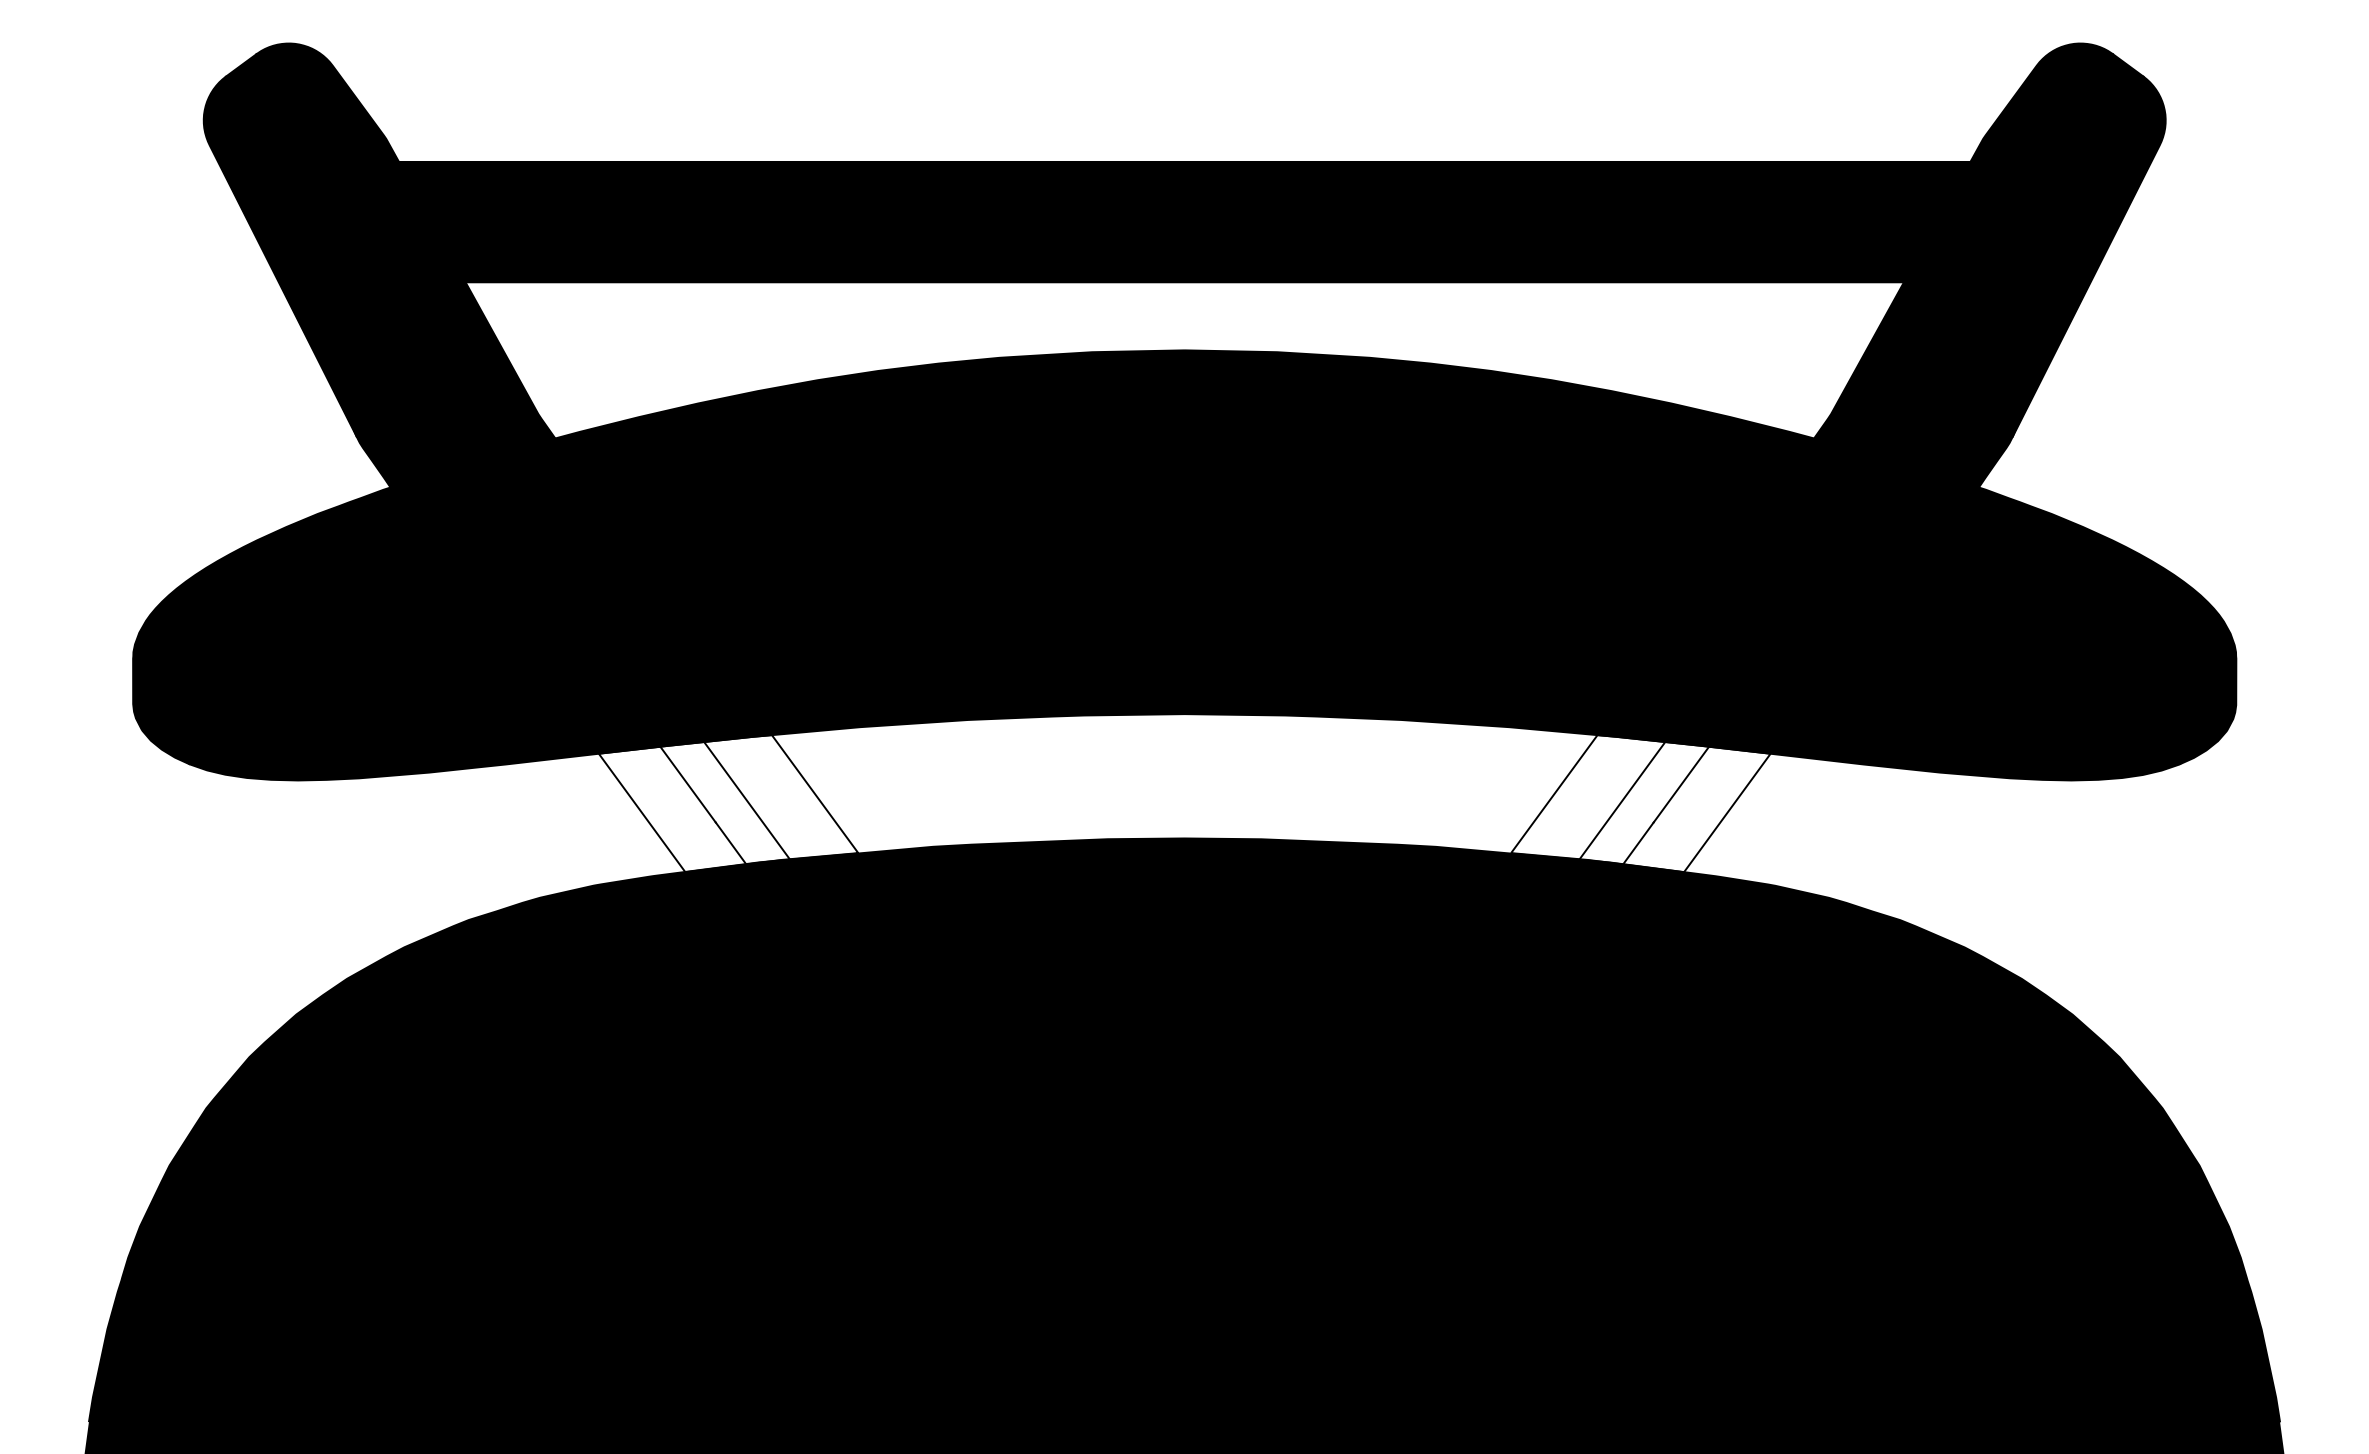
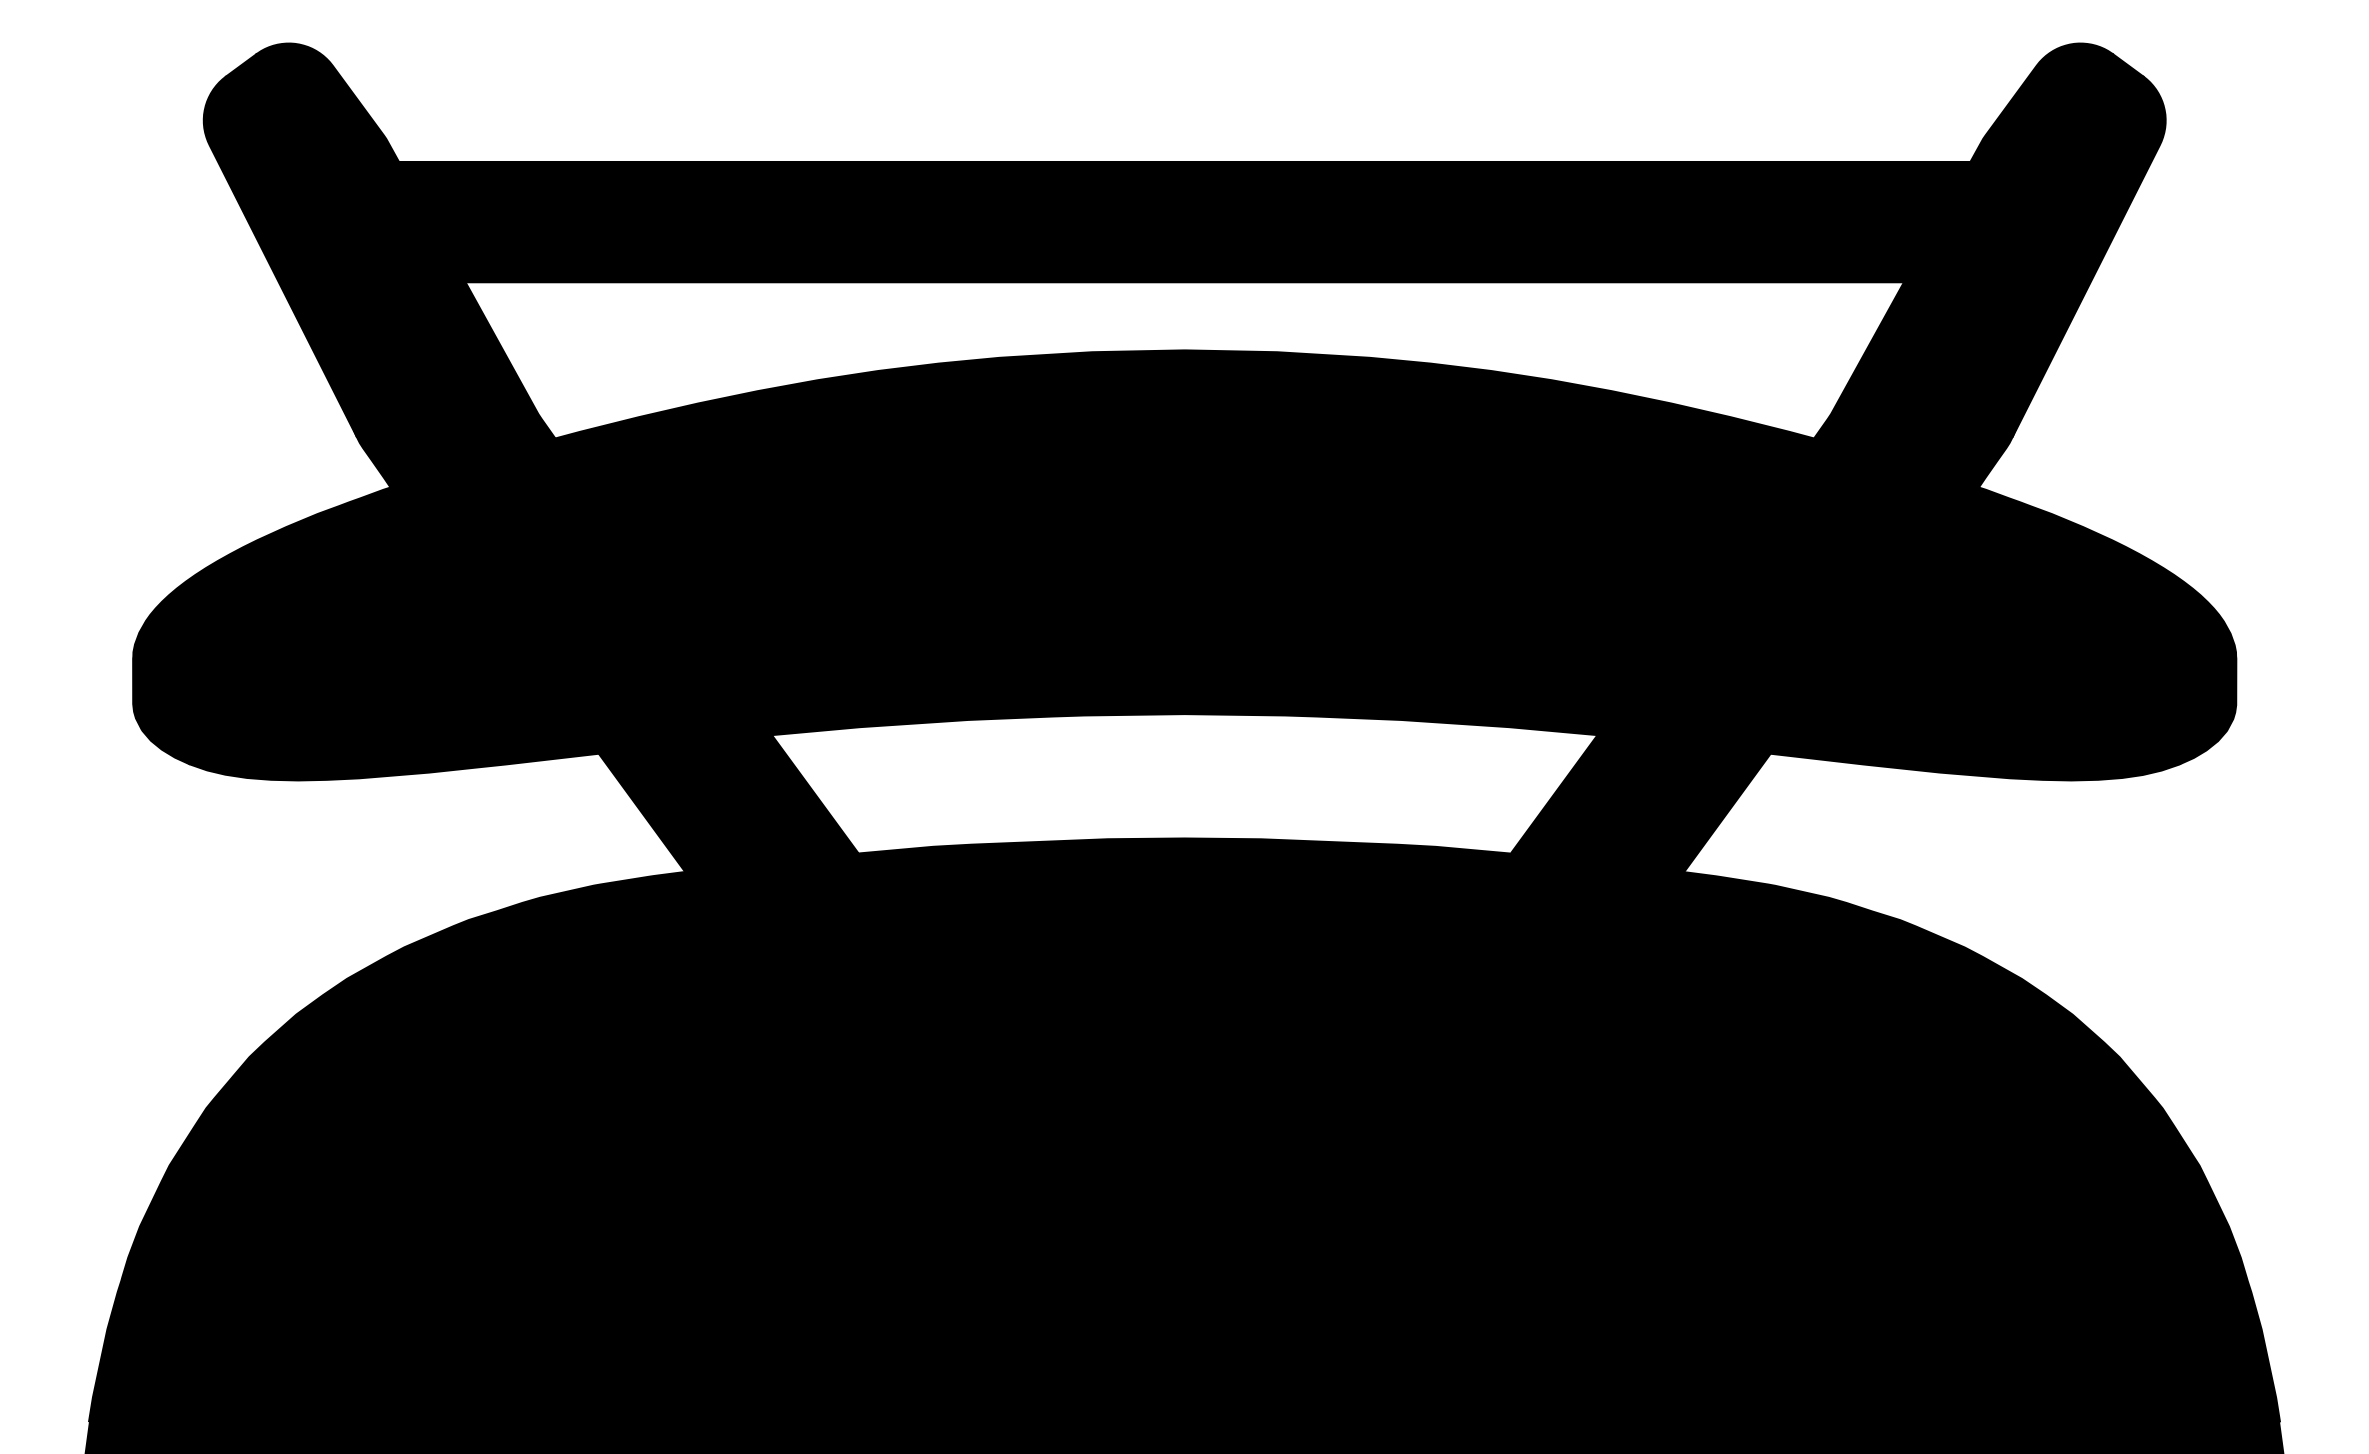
fill at (728, 803): none -> present
fill at (1640, 803): none -> present
